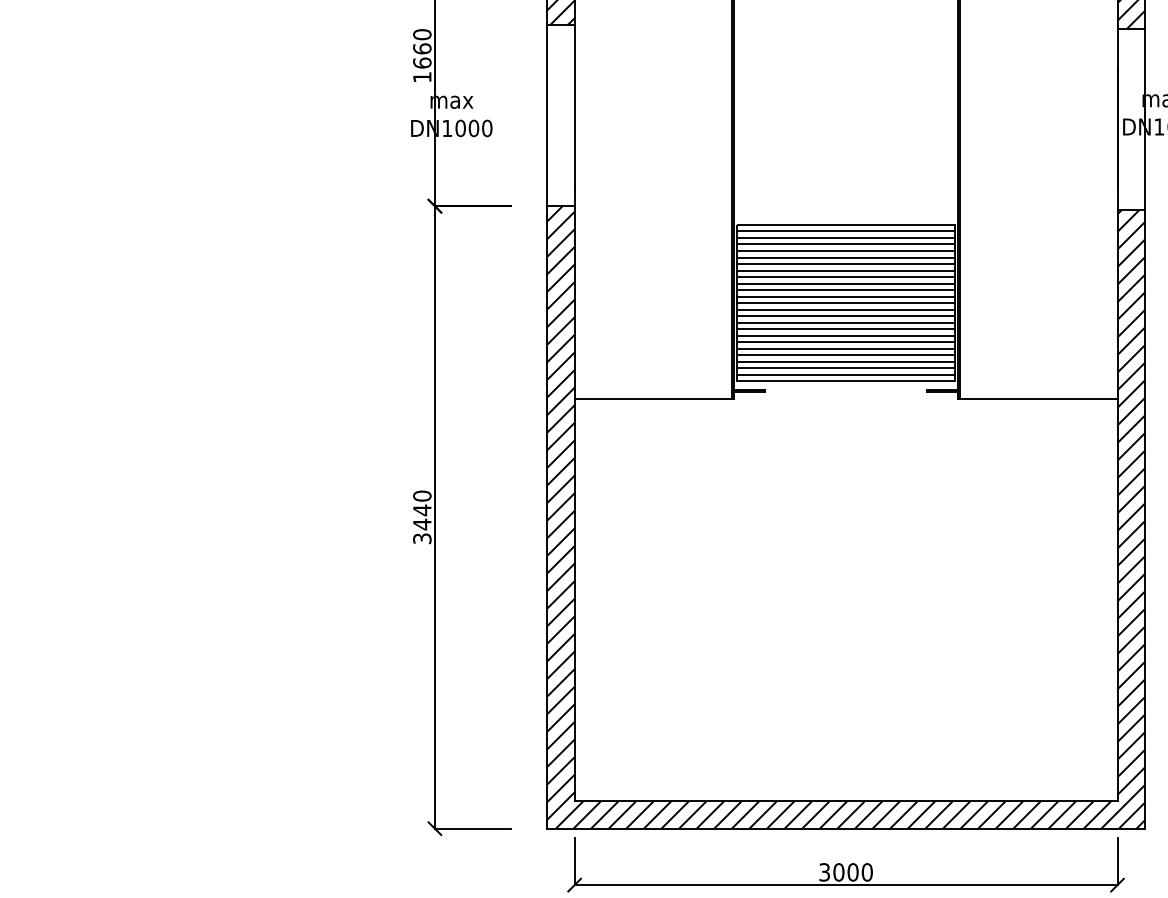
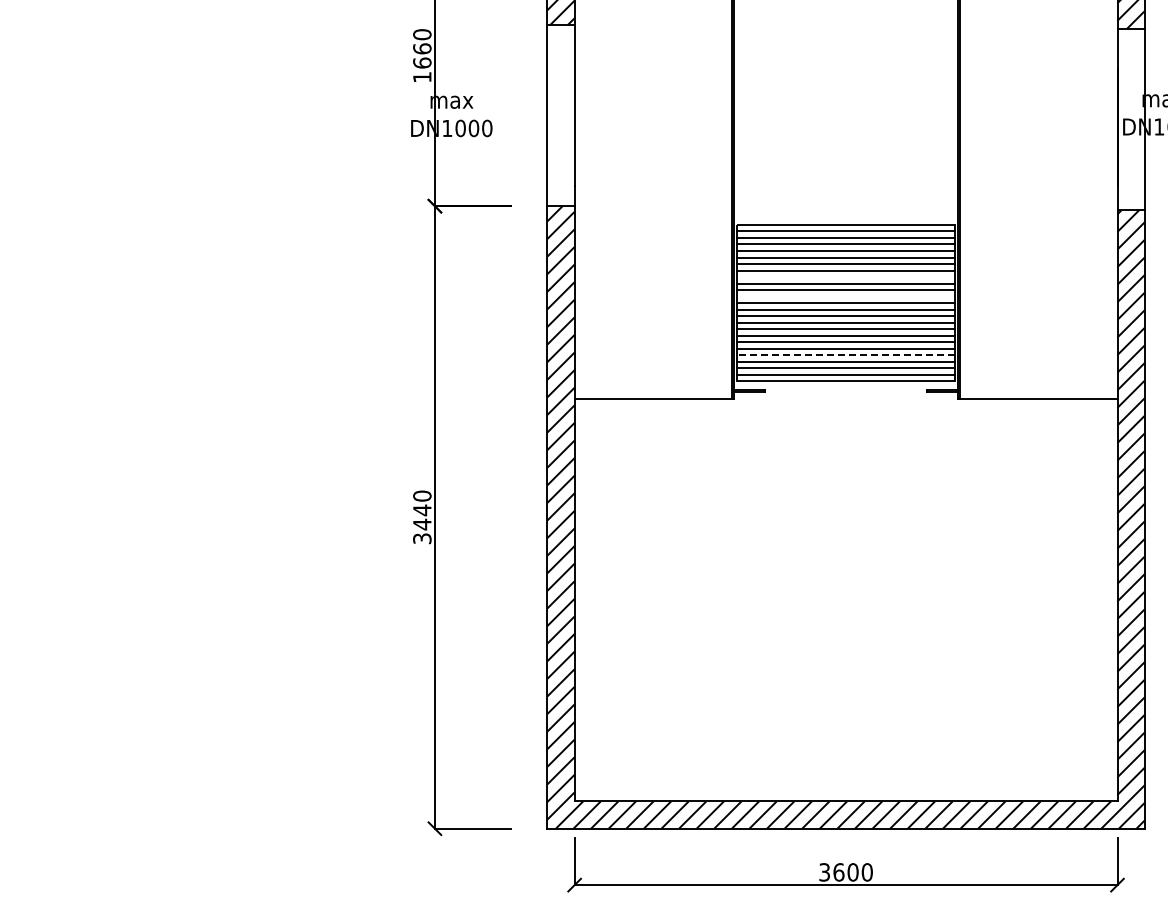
line at (845, 277): present -> none
line at (845, 296): present -> none
line at (846, 355): solid -> dashed
text at (838, 872): 3000 -> 3600
